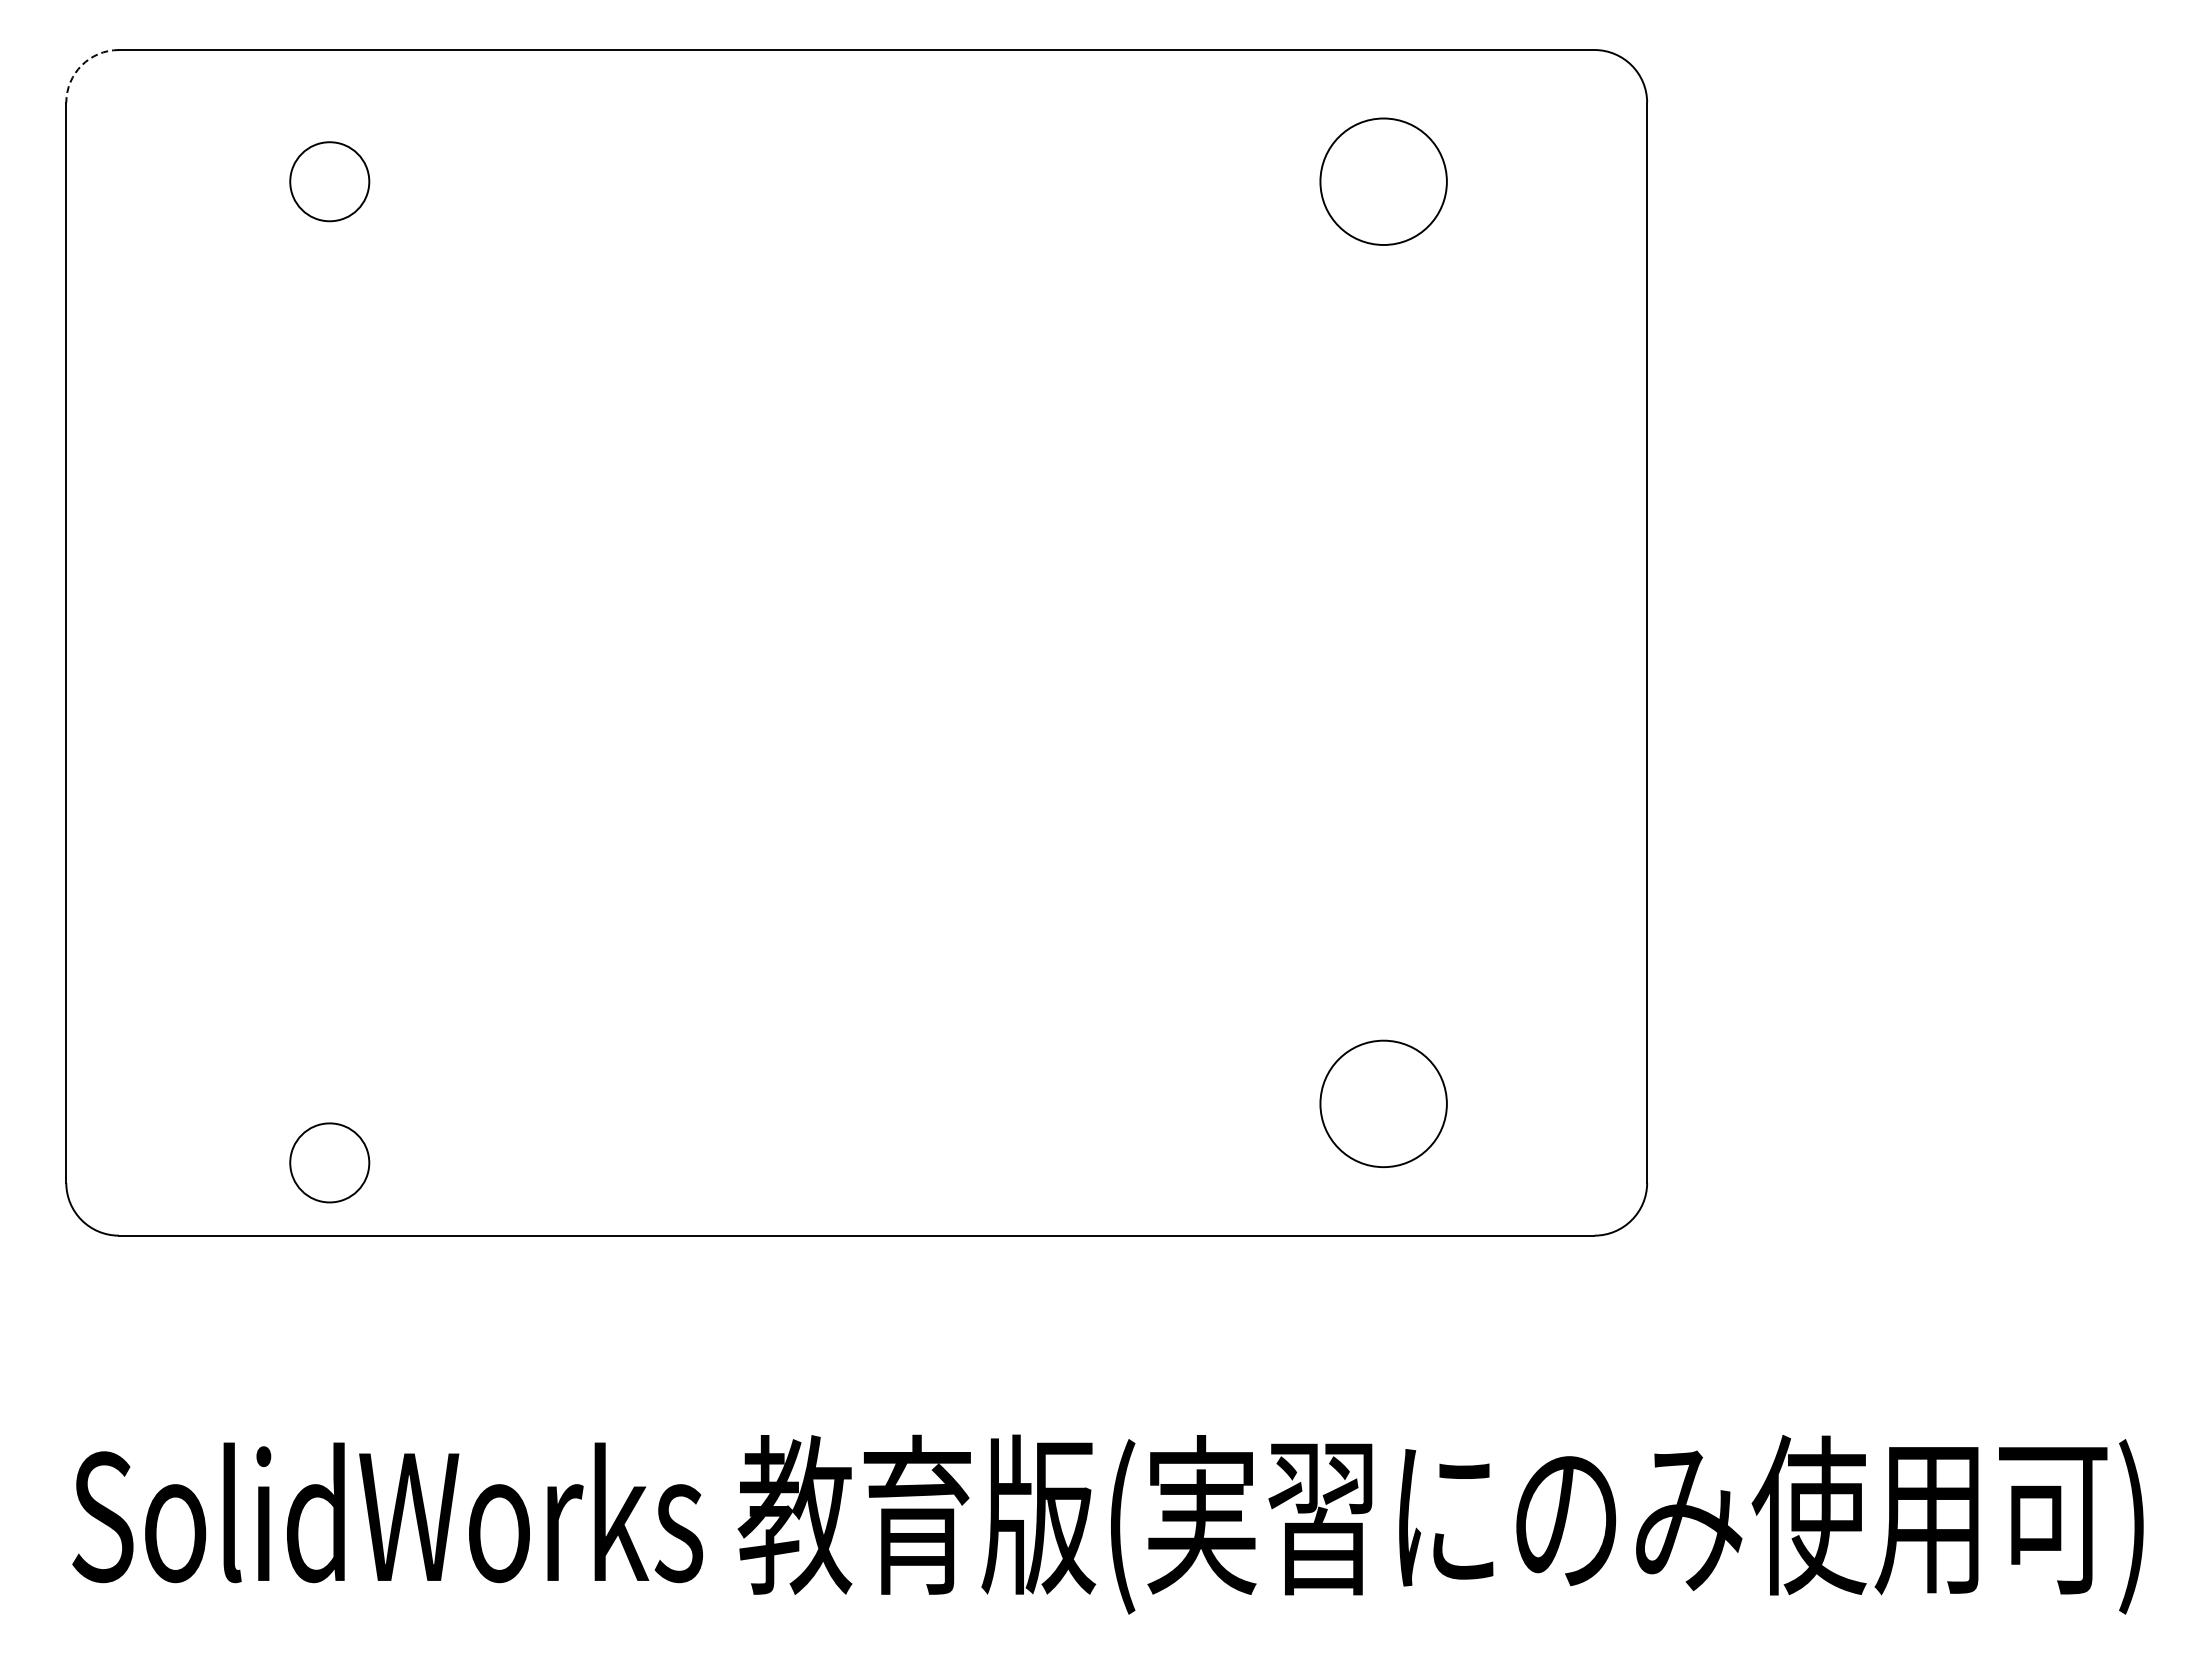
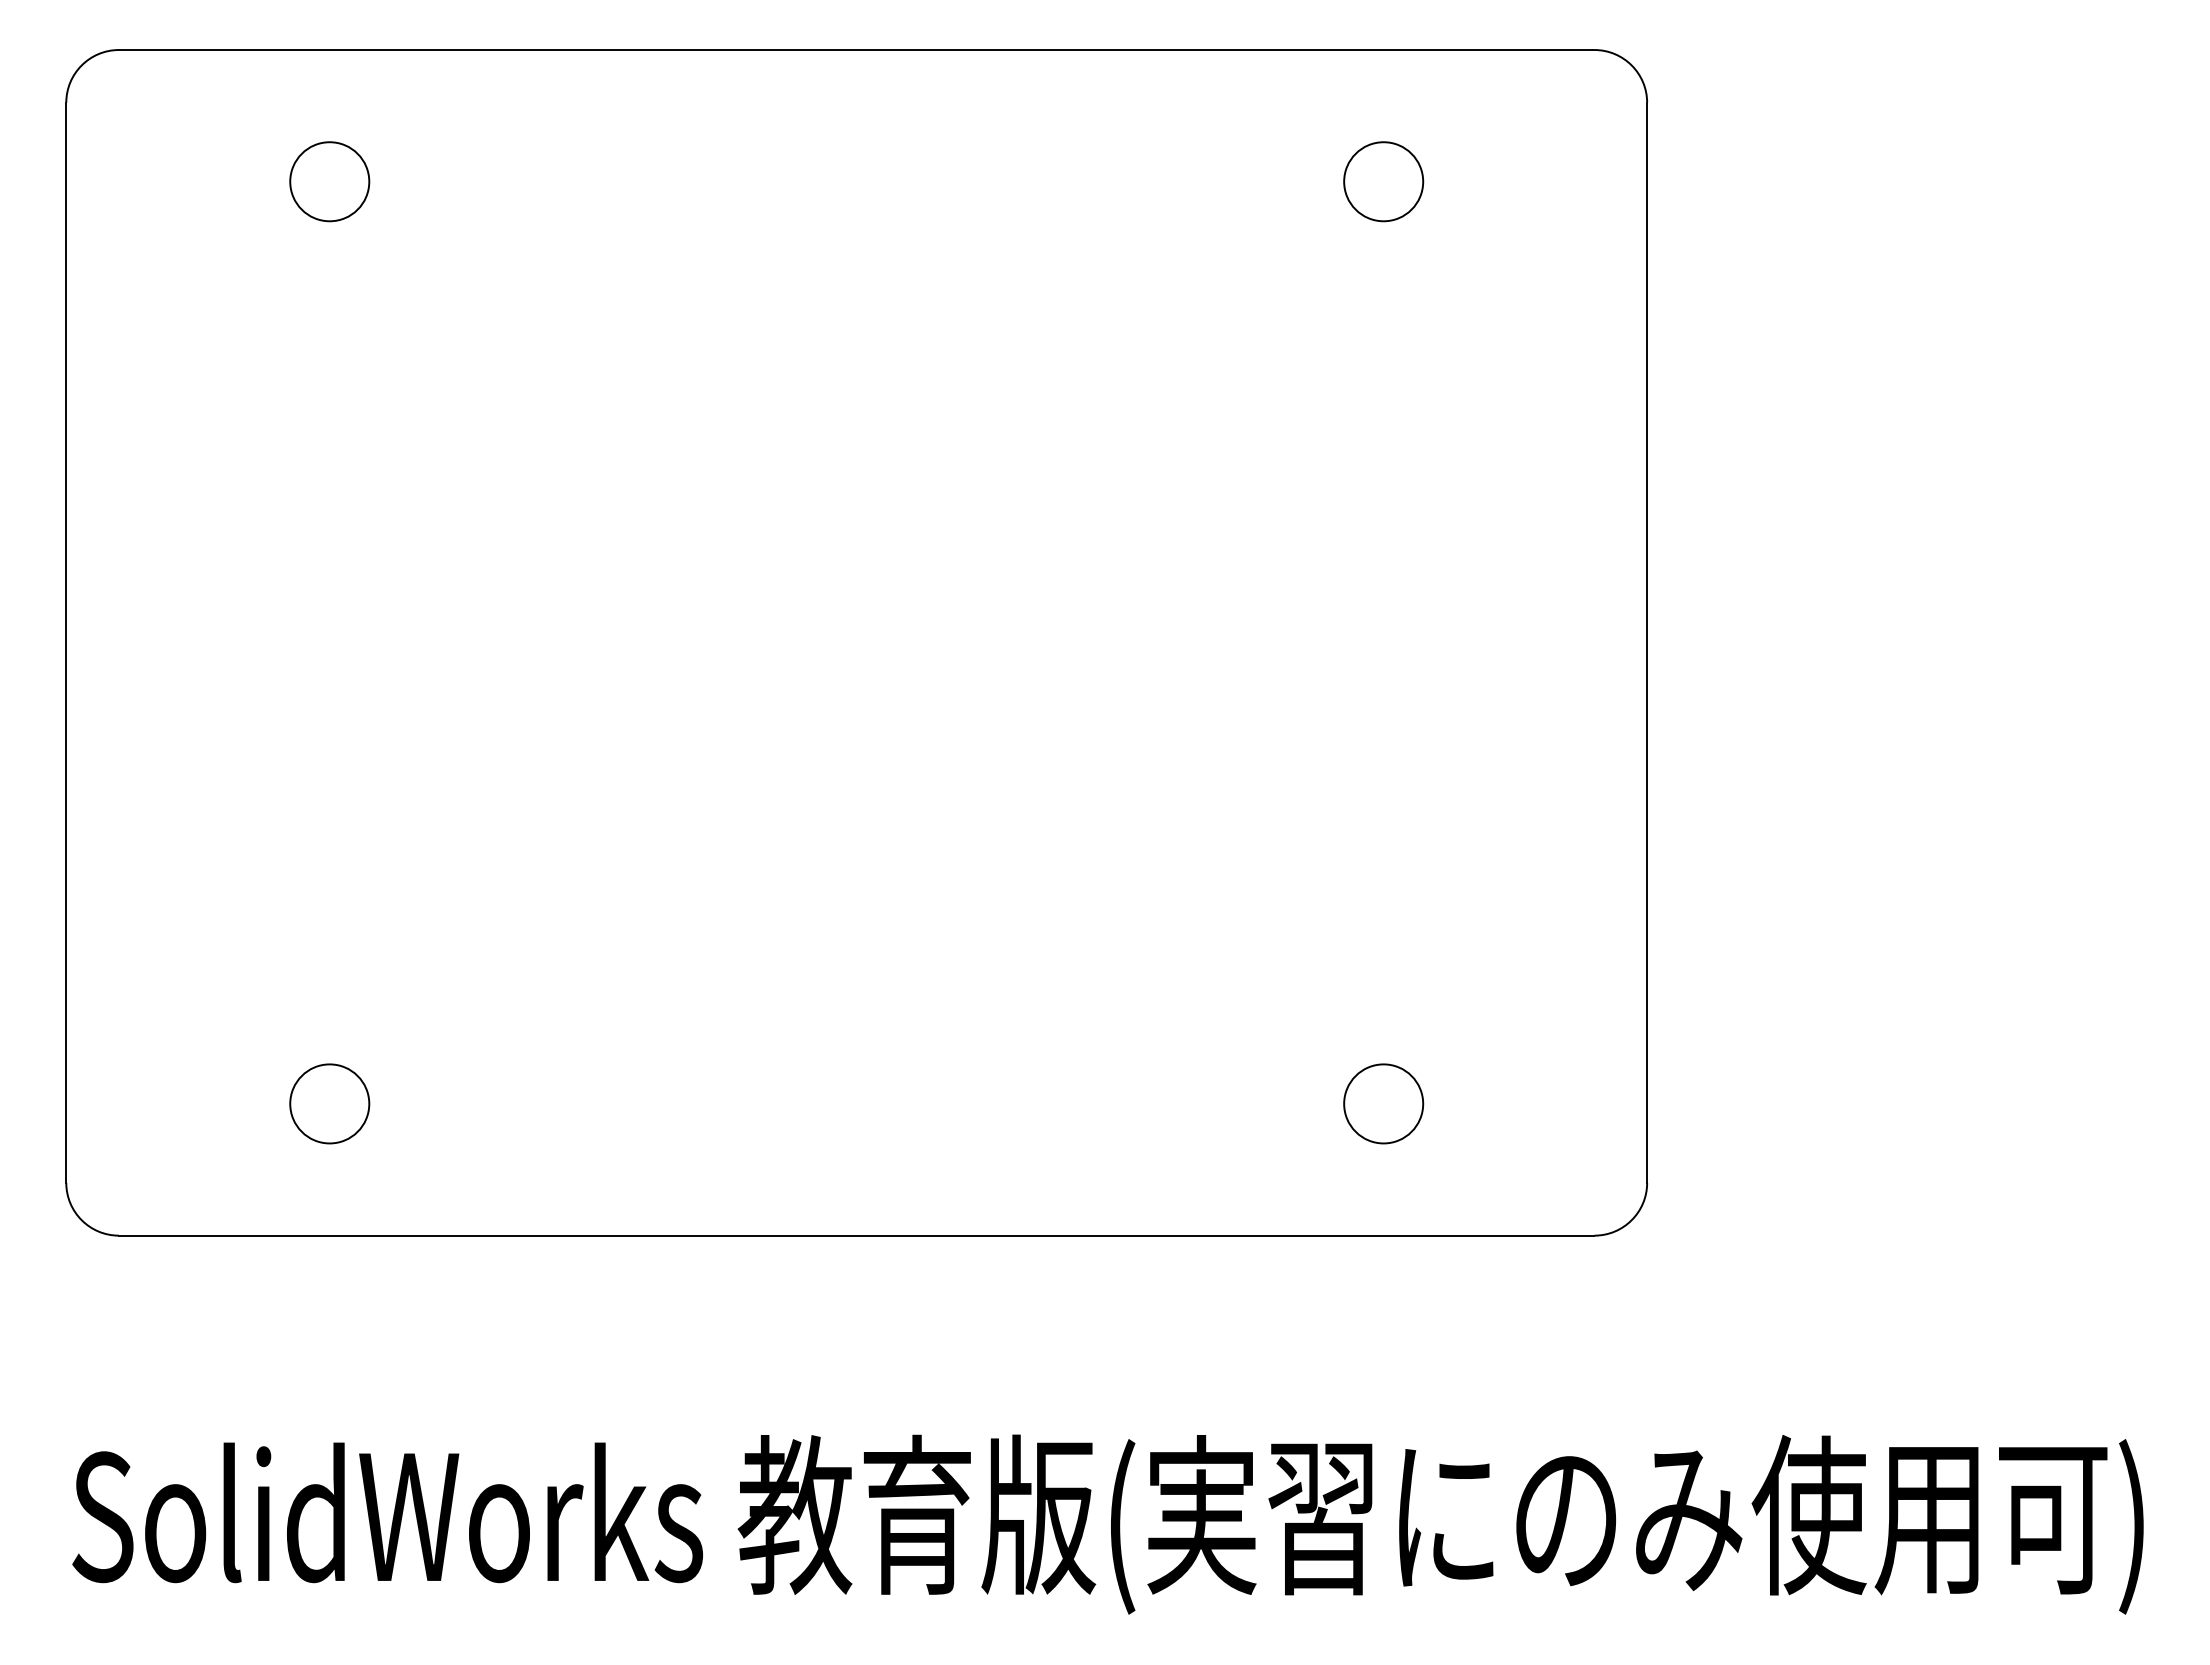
arc at (81, 65): dashed -> solid
circle at (1383, 181) diameter: 126 px -> 79 px
circle at (1383, 1103) diameter: 126 px -> 79 px
circle at (329, 1162) position: (329, 1162) -> (329, 1103)
